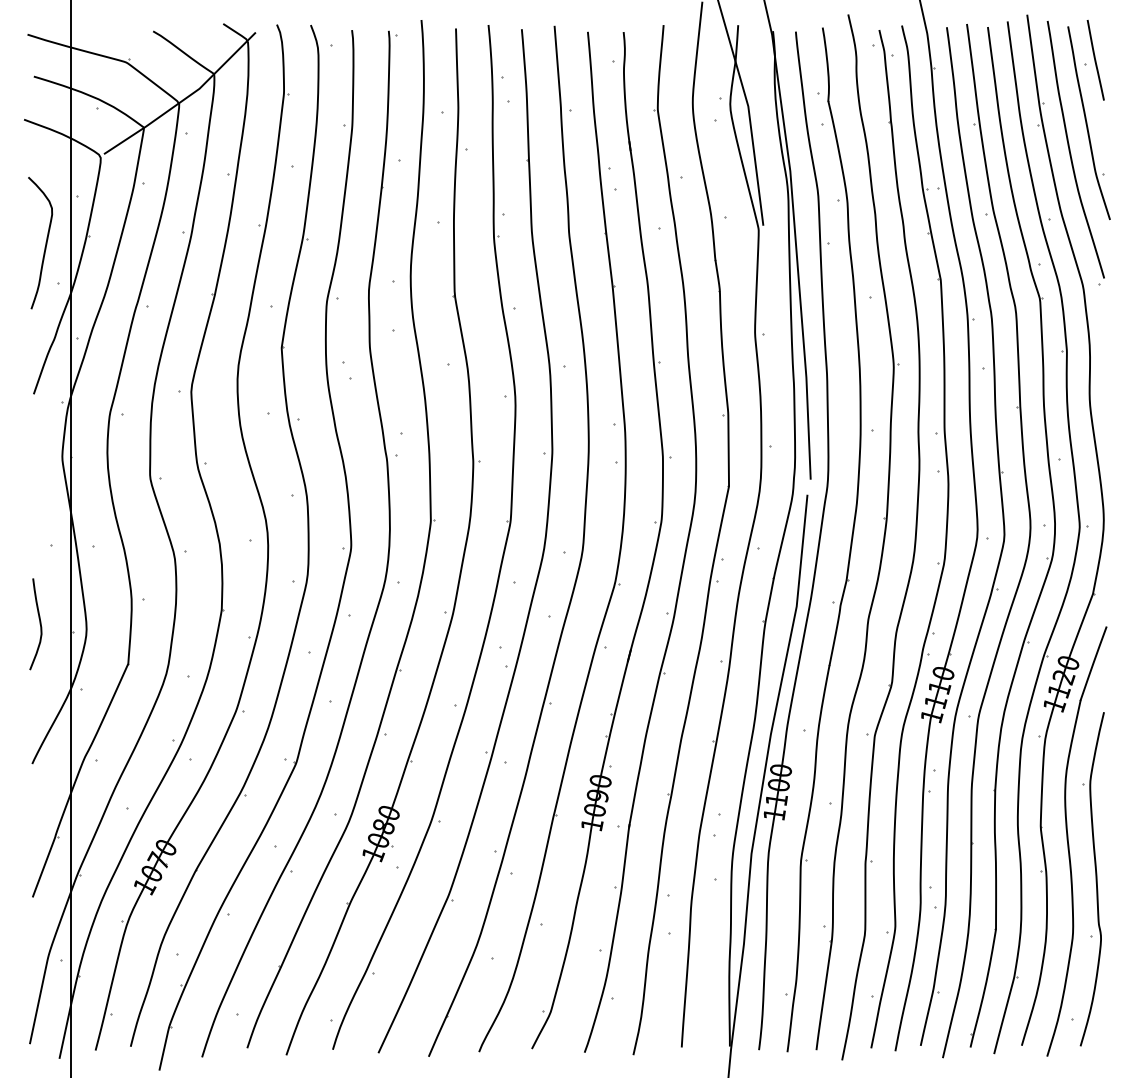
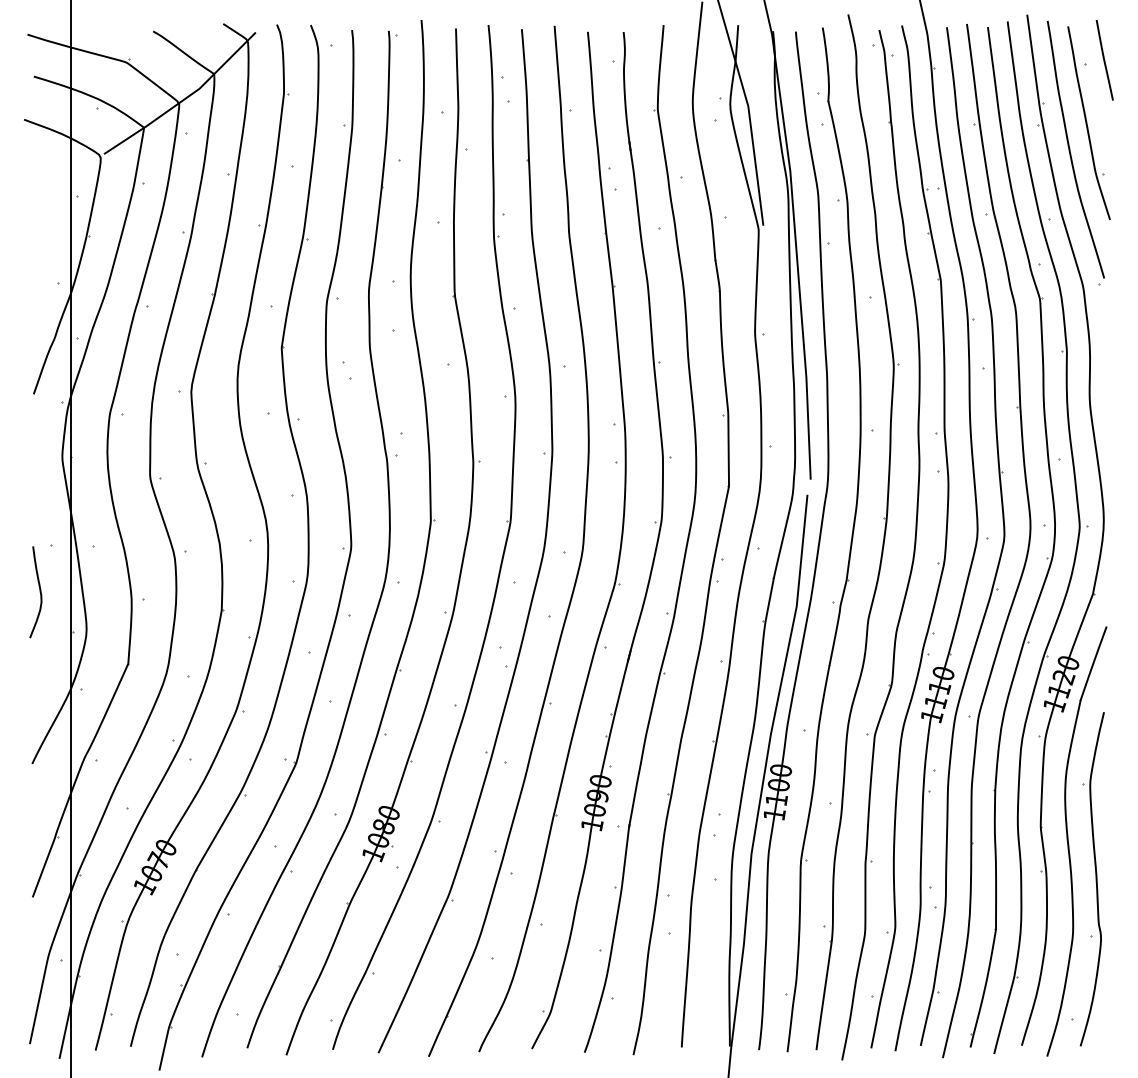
line at (1095, 60) position: (1095, 60) -> (1104, 60)
curve at (45, 243): present -> none
curve at (39, 624) position: (39, 624) -> (39, 592)
